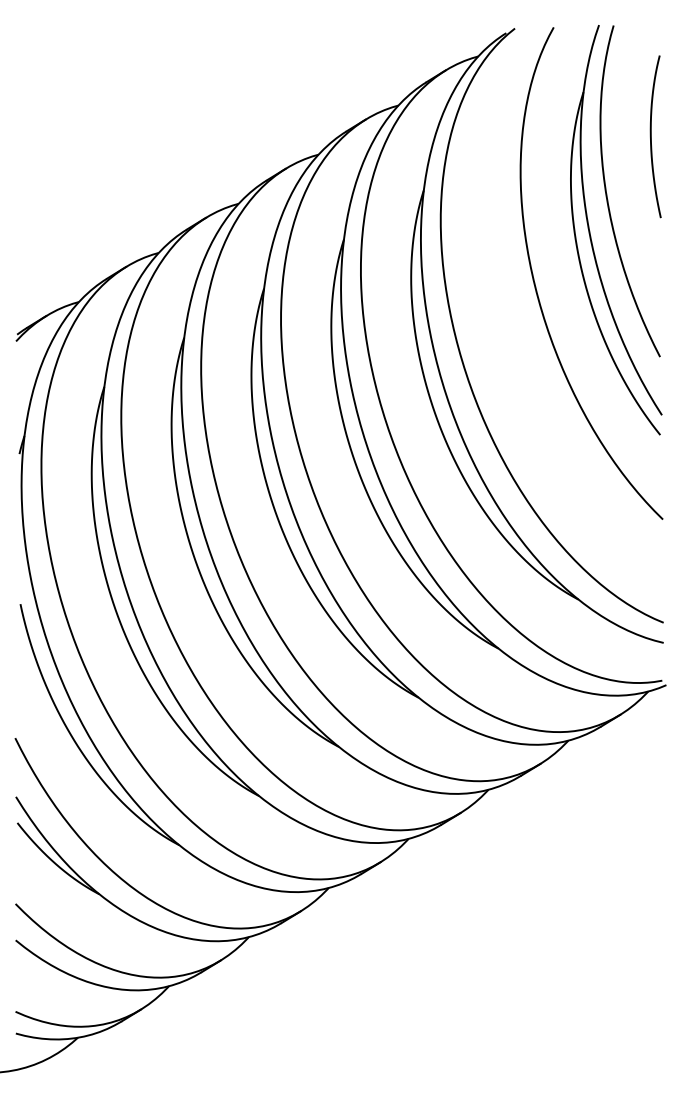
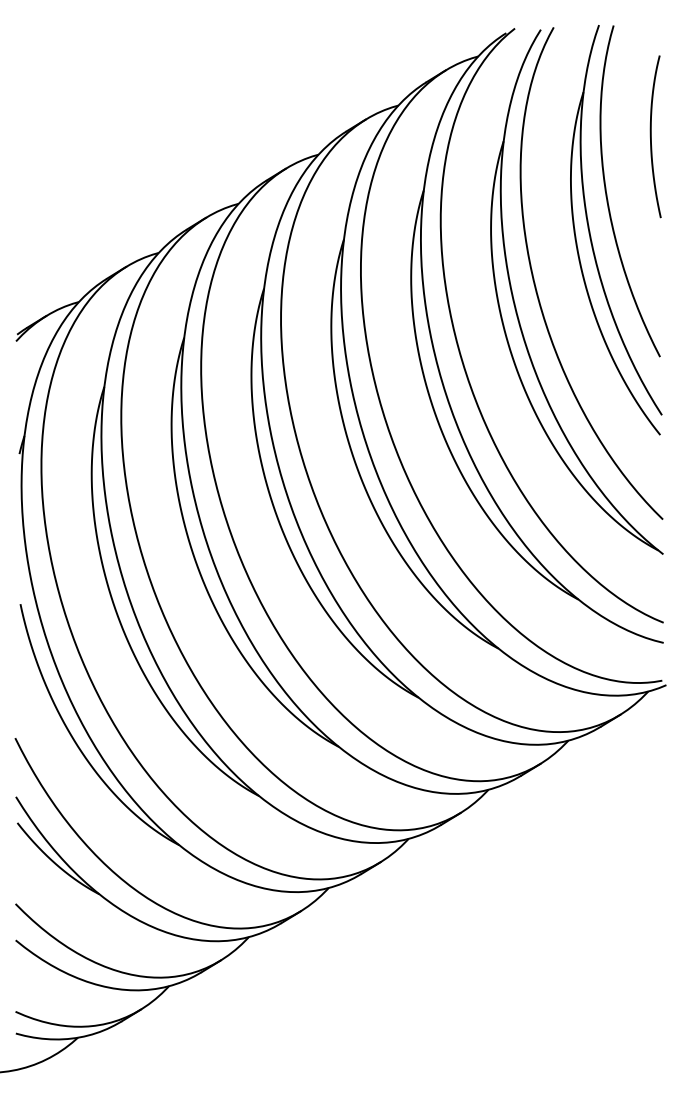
part at (516, 307): none -> present
